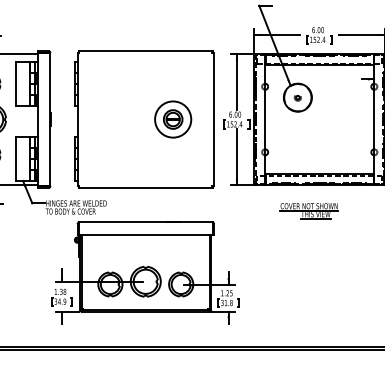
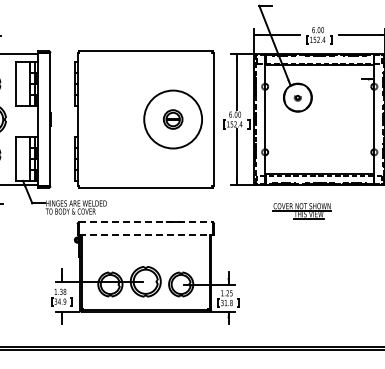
circle at (173, 119) diameter: 36 px -> 58 px
part at (308, 211) position: (308, 211) -> (301, 211)
line at (145, 222): solid -> dashed
line at (145, 234): solid -> dashed
